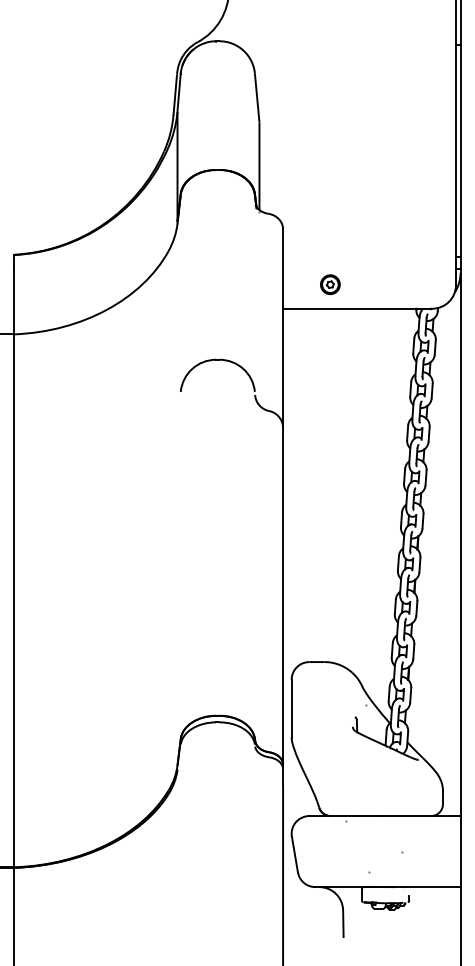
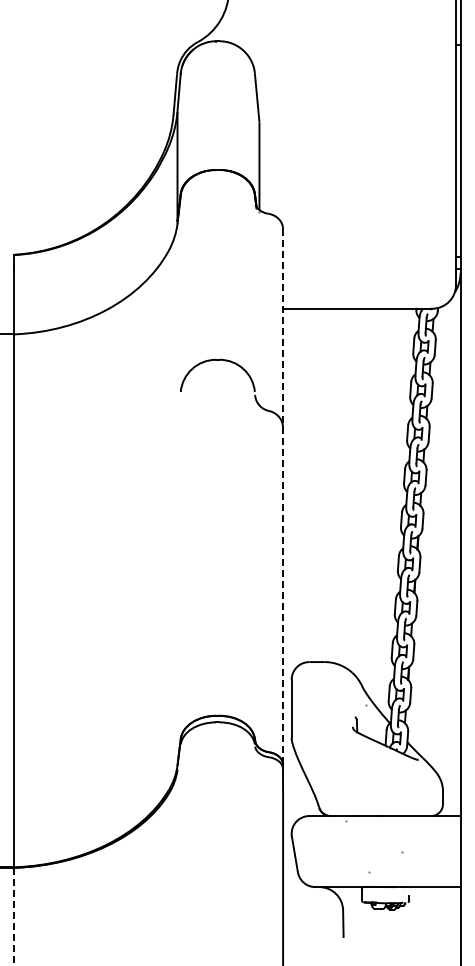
part at (330, 284): present -> none
line at (283, 497): solid -> dashed
line at (14, 916): solid -> dashed
